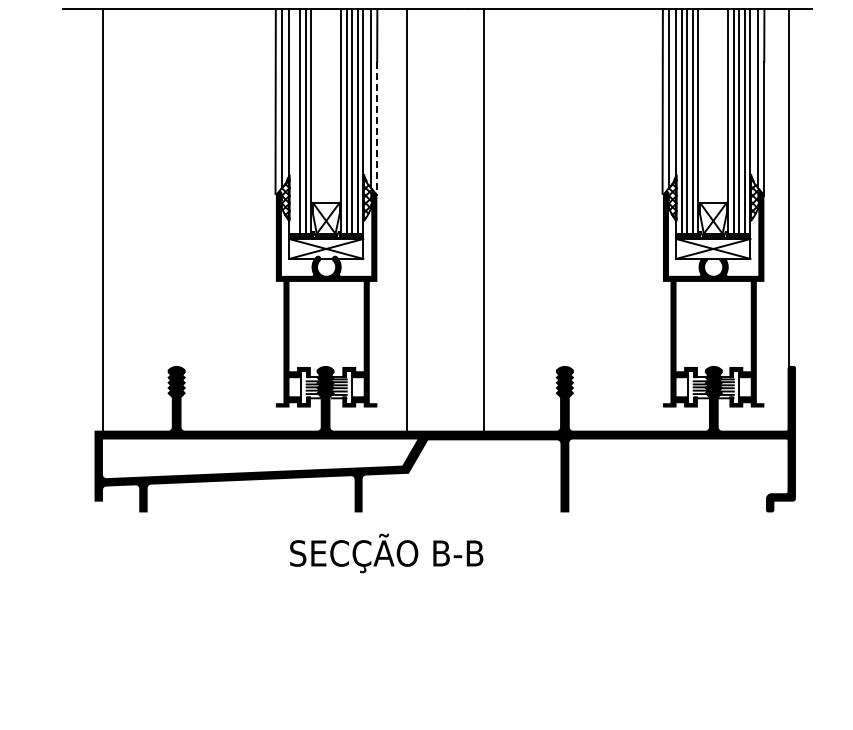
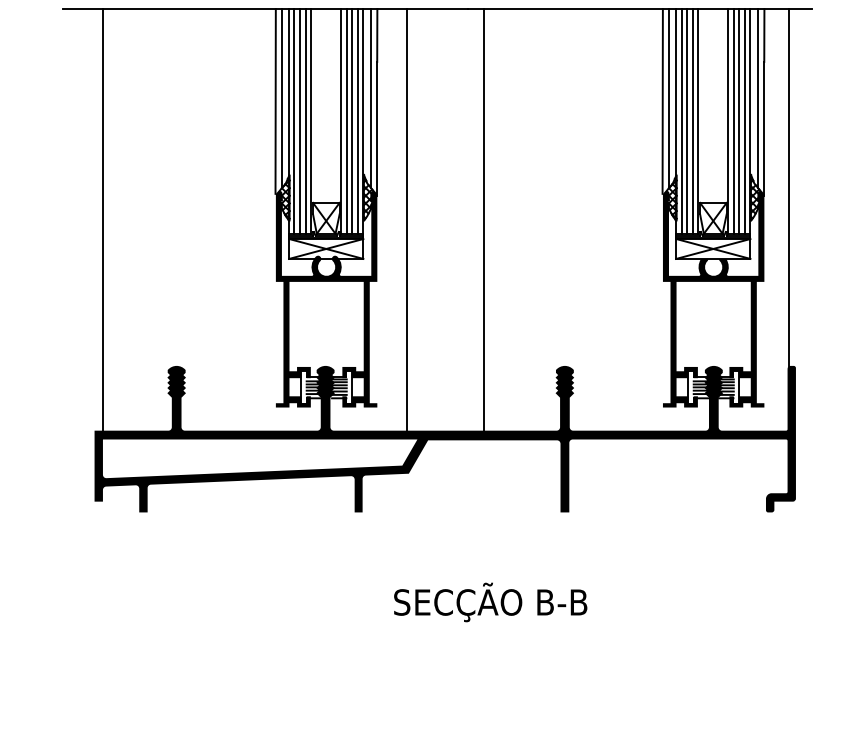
line at (294, 121): none -> present
line at (377, 129): dashed -> solid
text at (386, 553) position: (386, 553) -> (490, 602)
